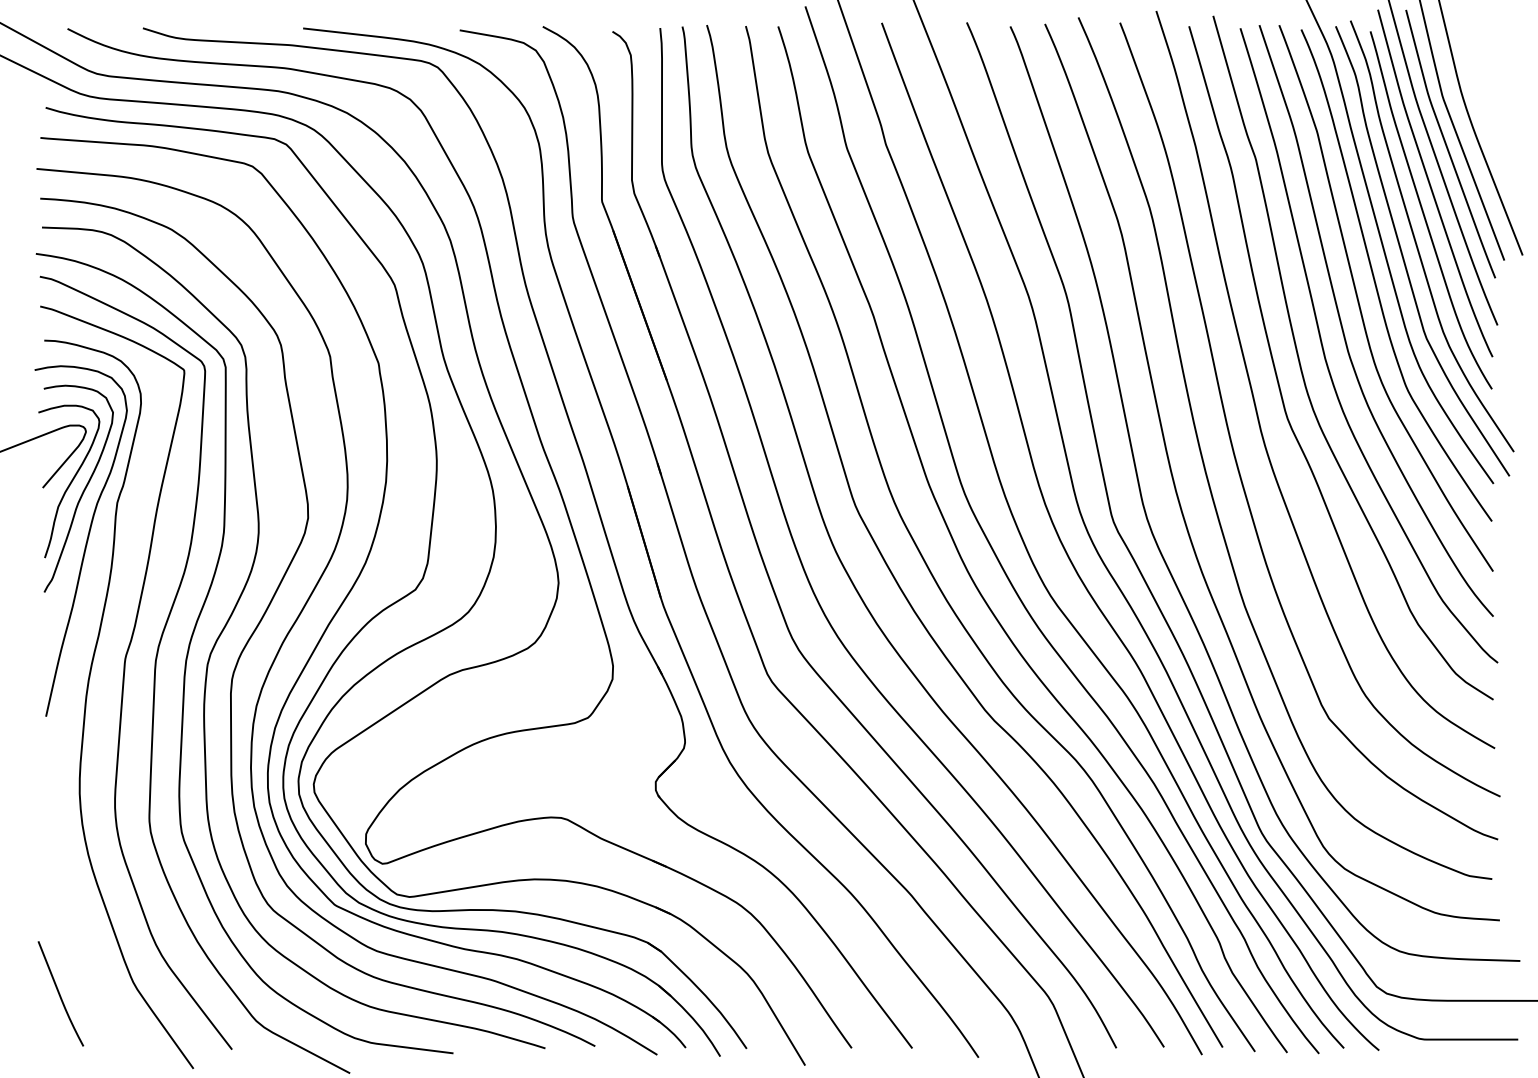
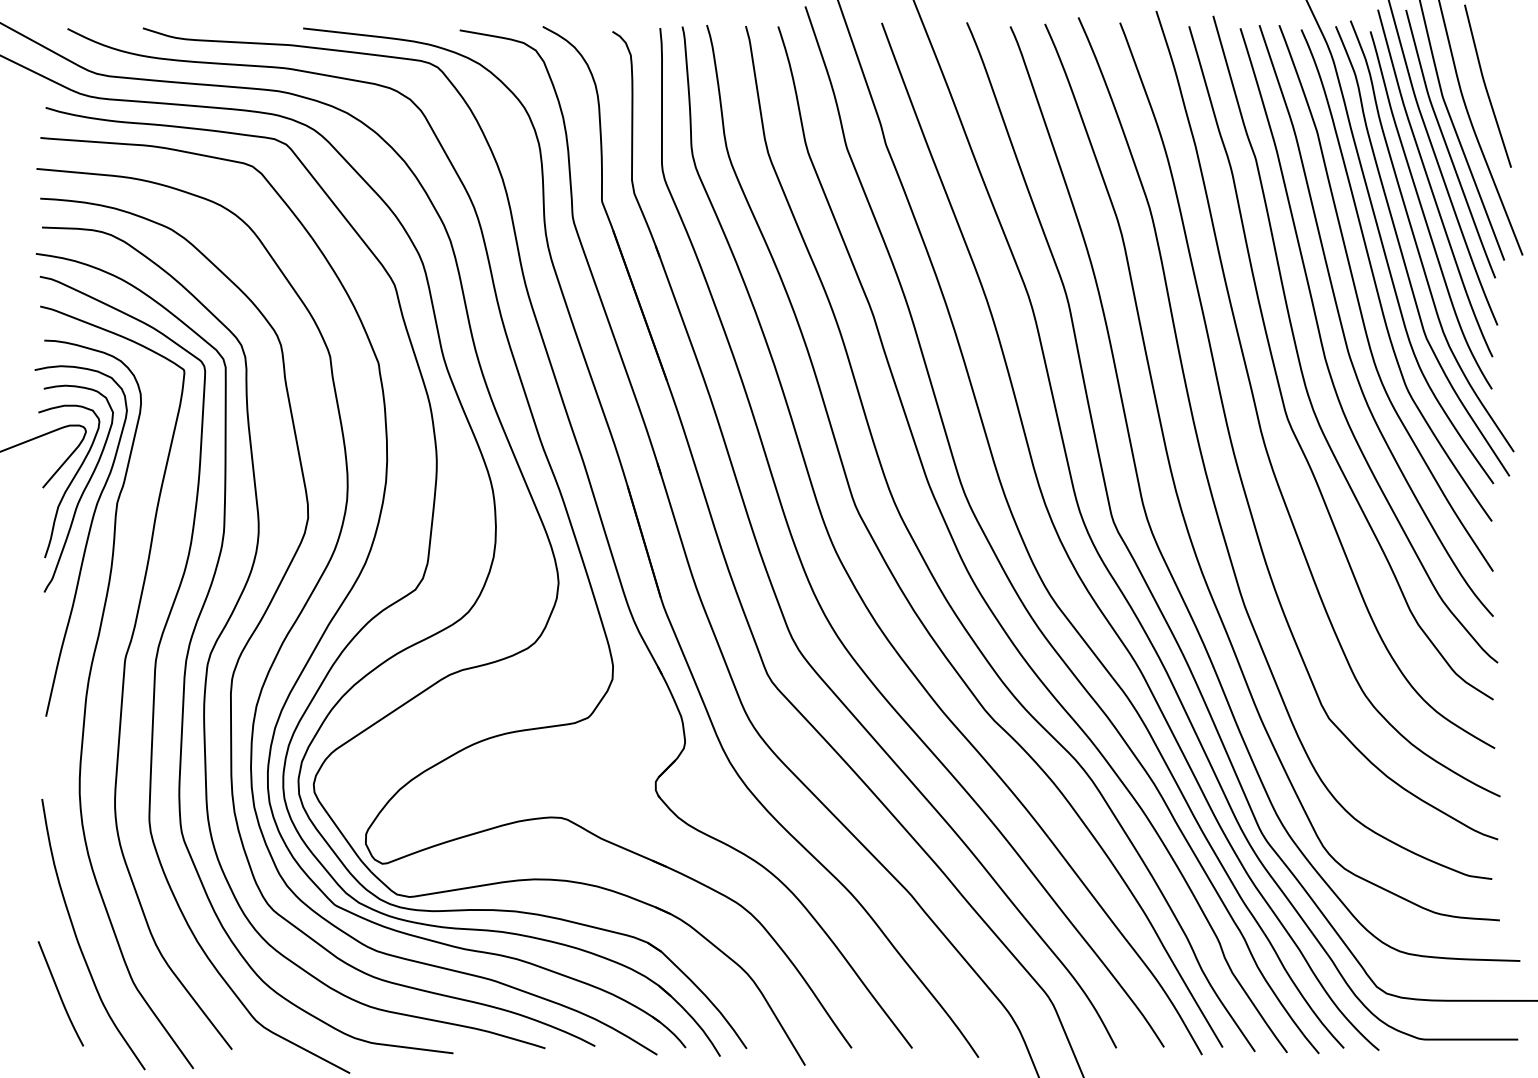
curve at (1486, 85): none -> present
curve at (78, 939): none -> present
